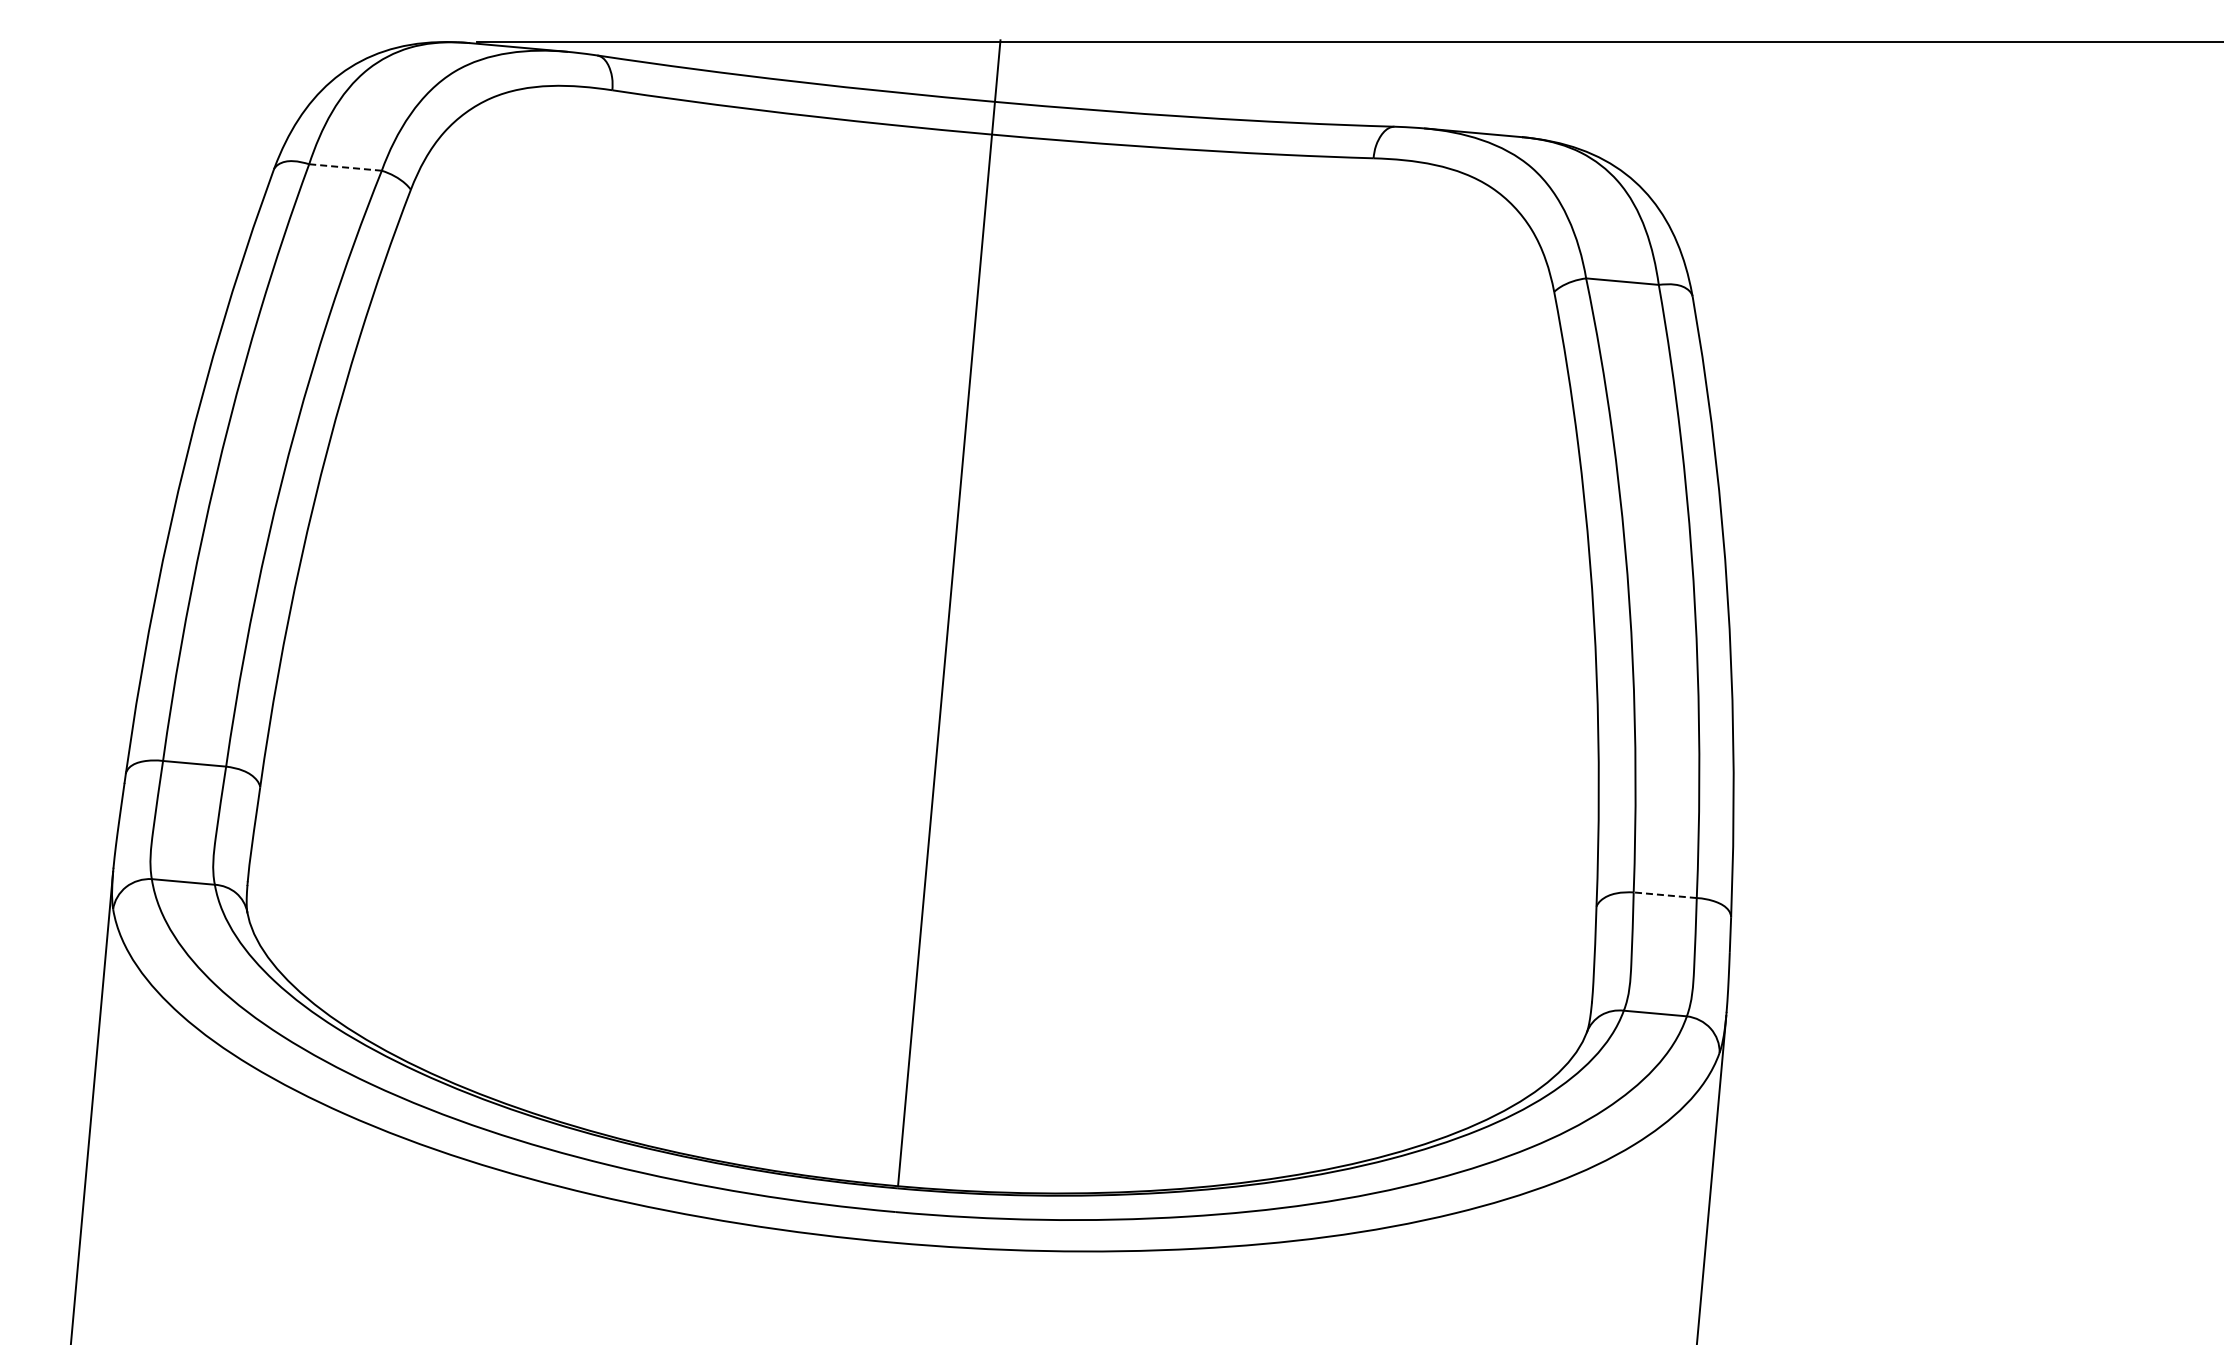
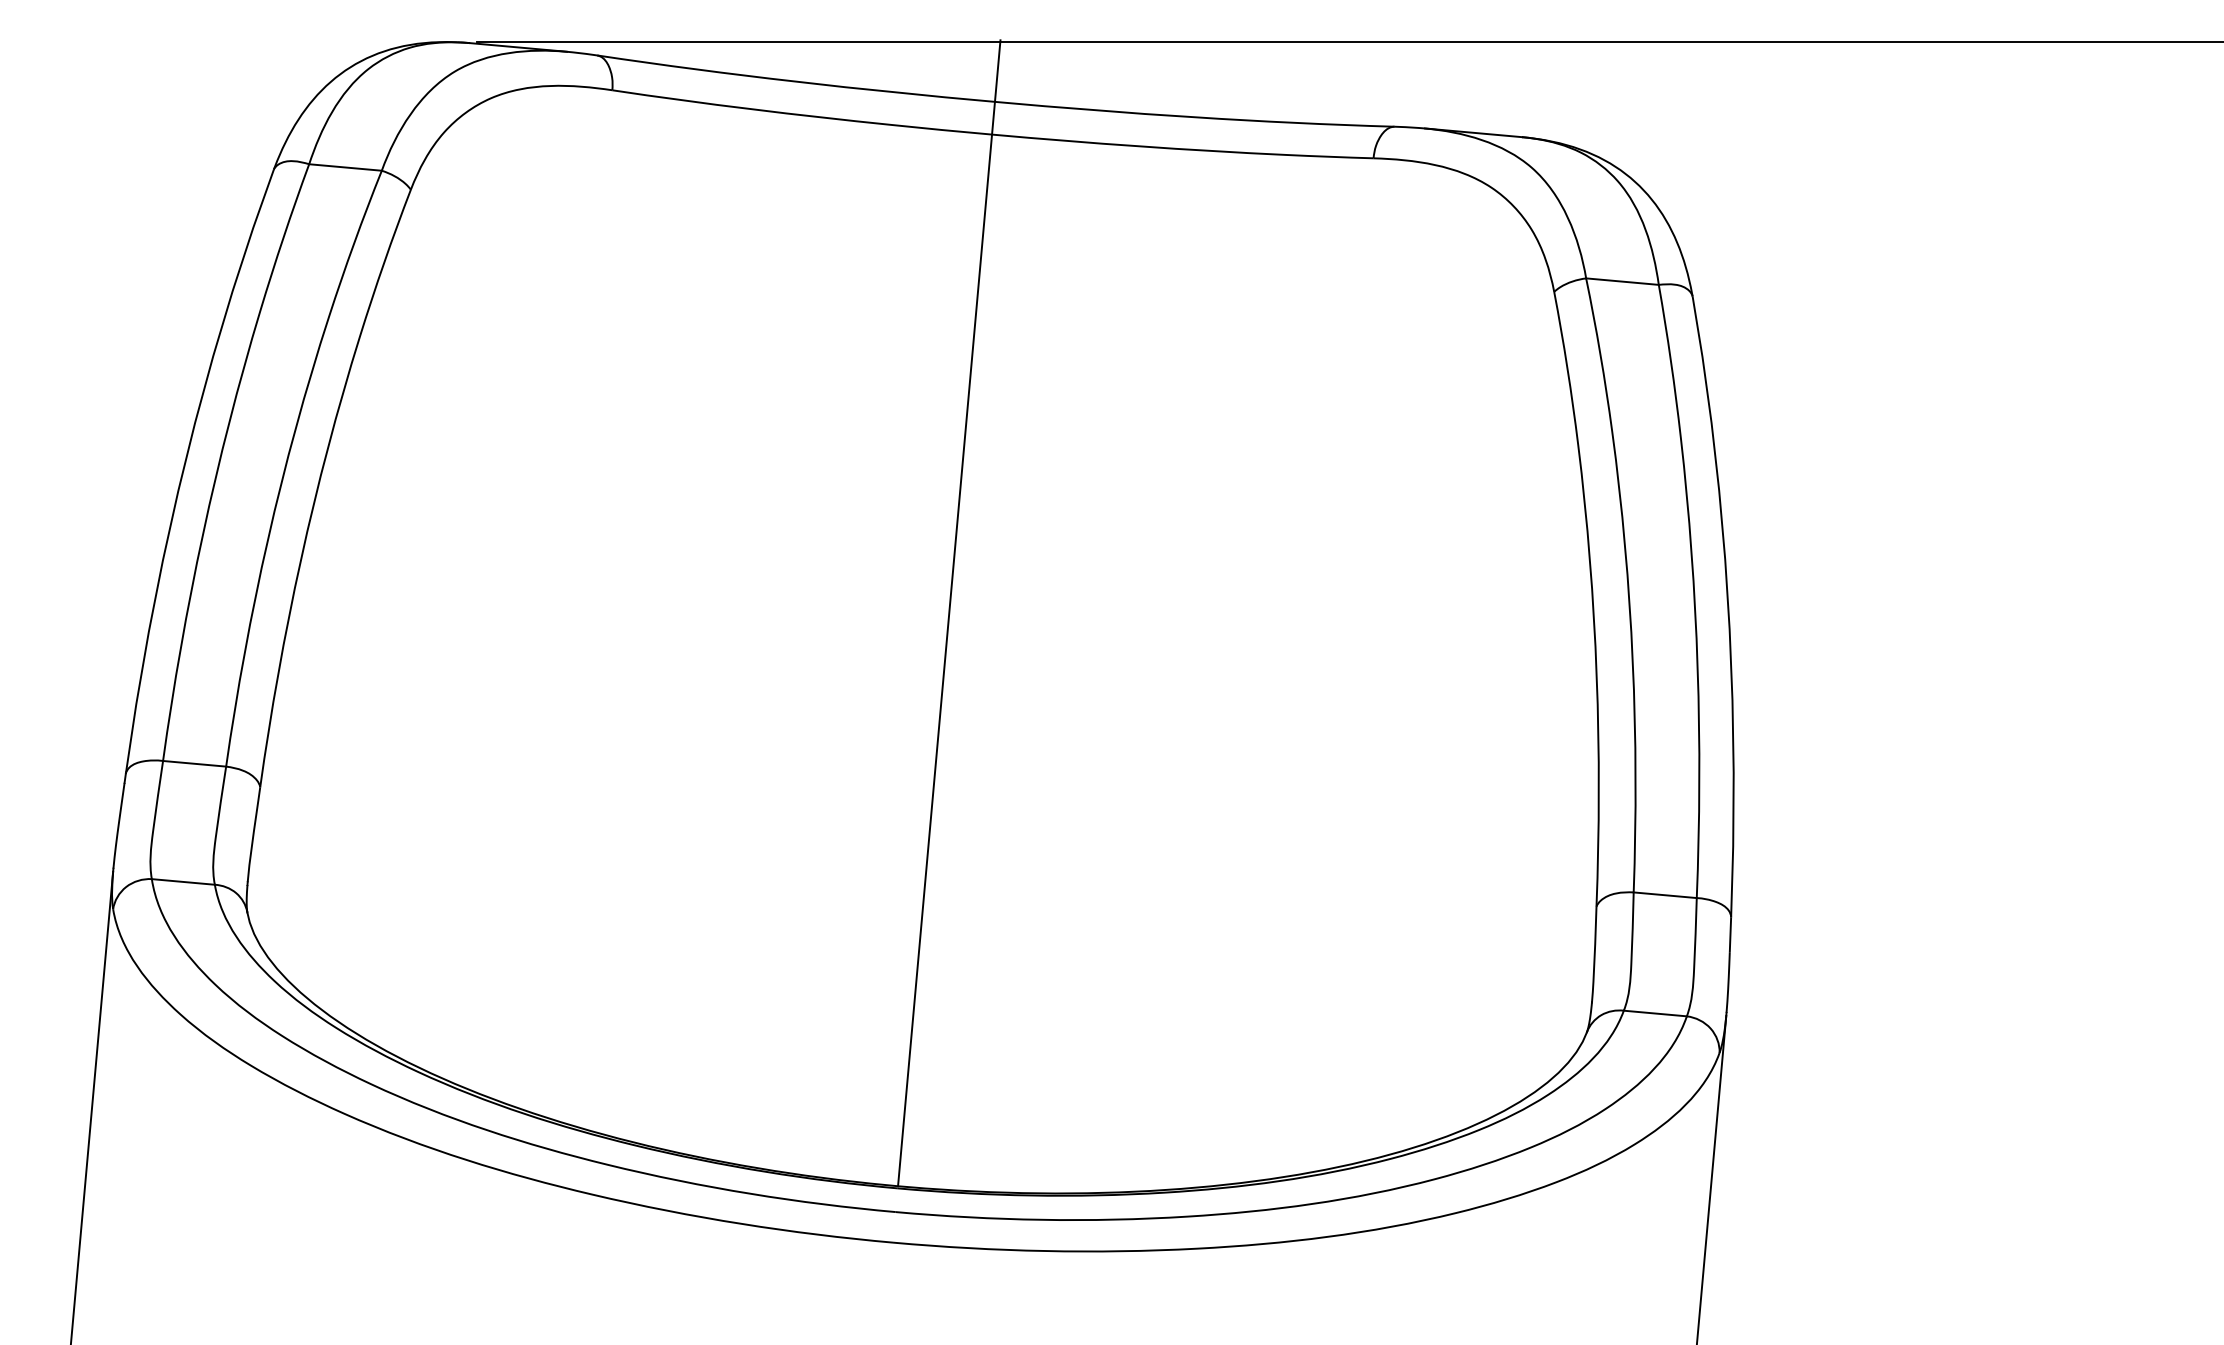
line at (346, 167): dashed -> solid
line at (1665, 895): dashed -> solid
